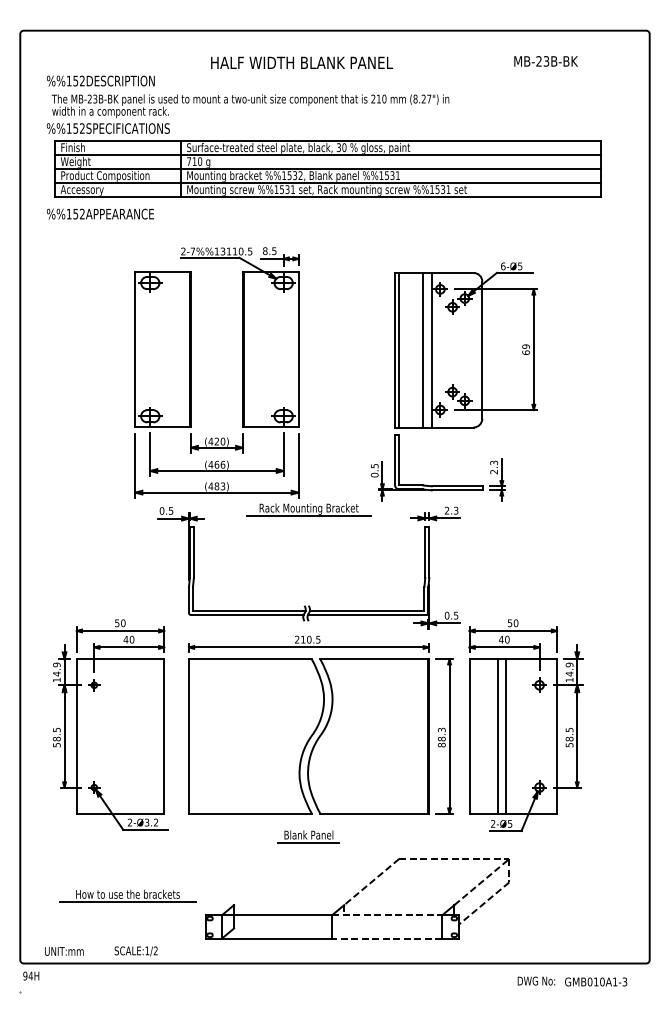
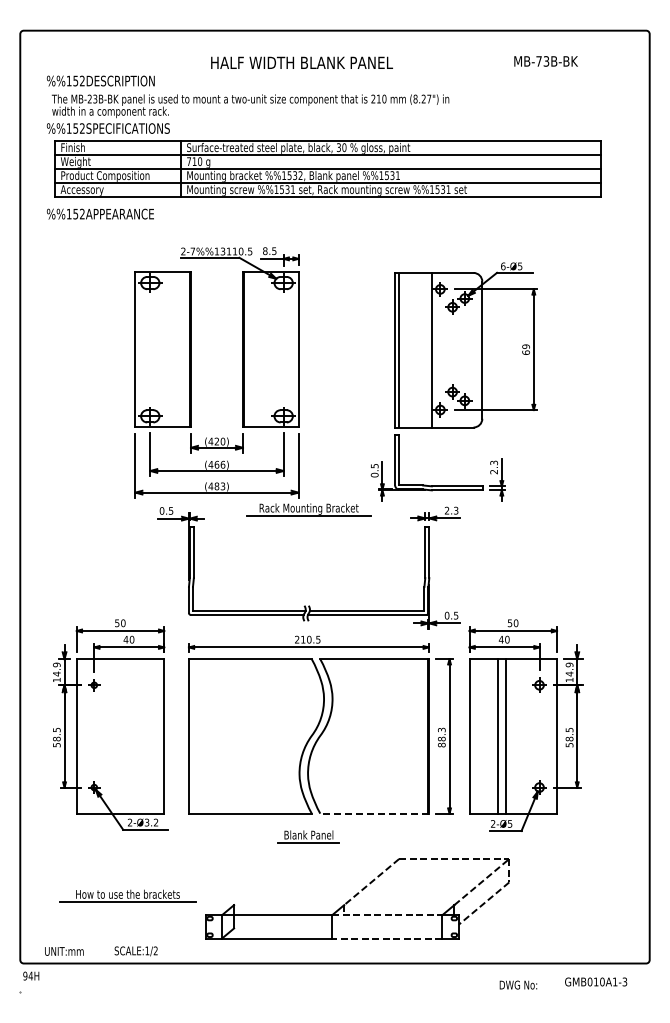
text at (538, 61): MB-23B-BK -> MB-73B-BK
line at (422, 349): present -> none
line at (374, 813): solid -> dashed
text at (536, 980) position: (536, 980) -> (518, 984)
